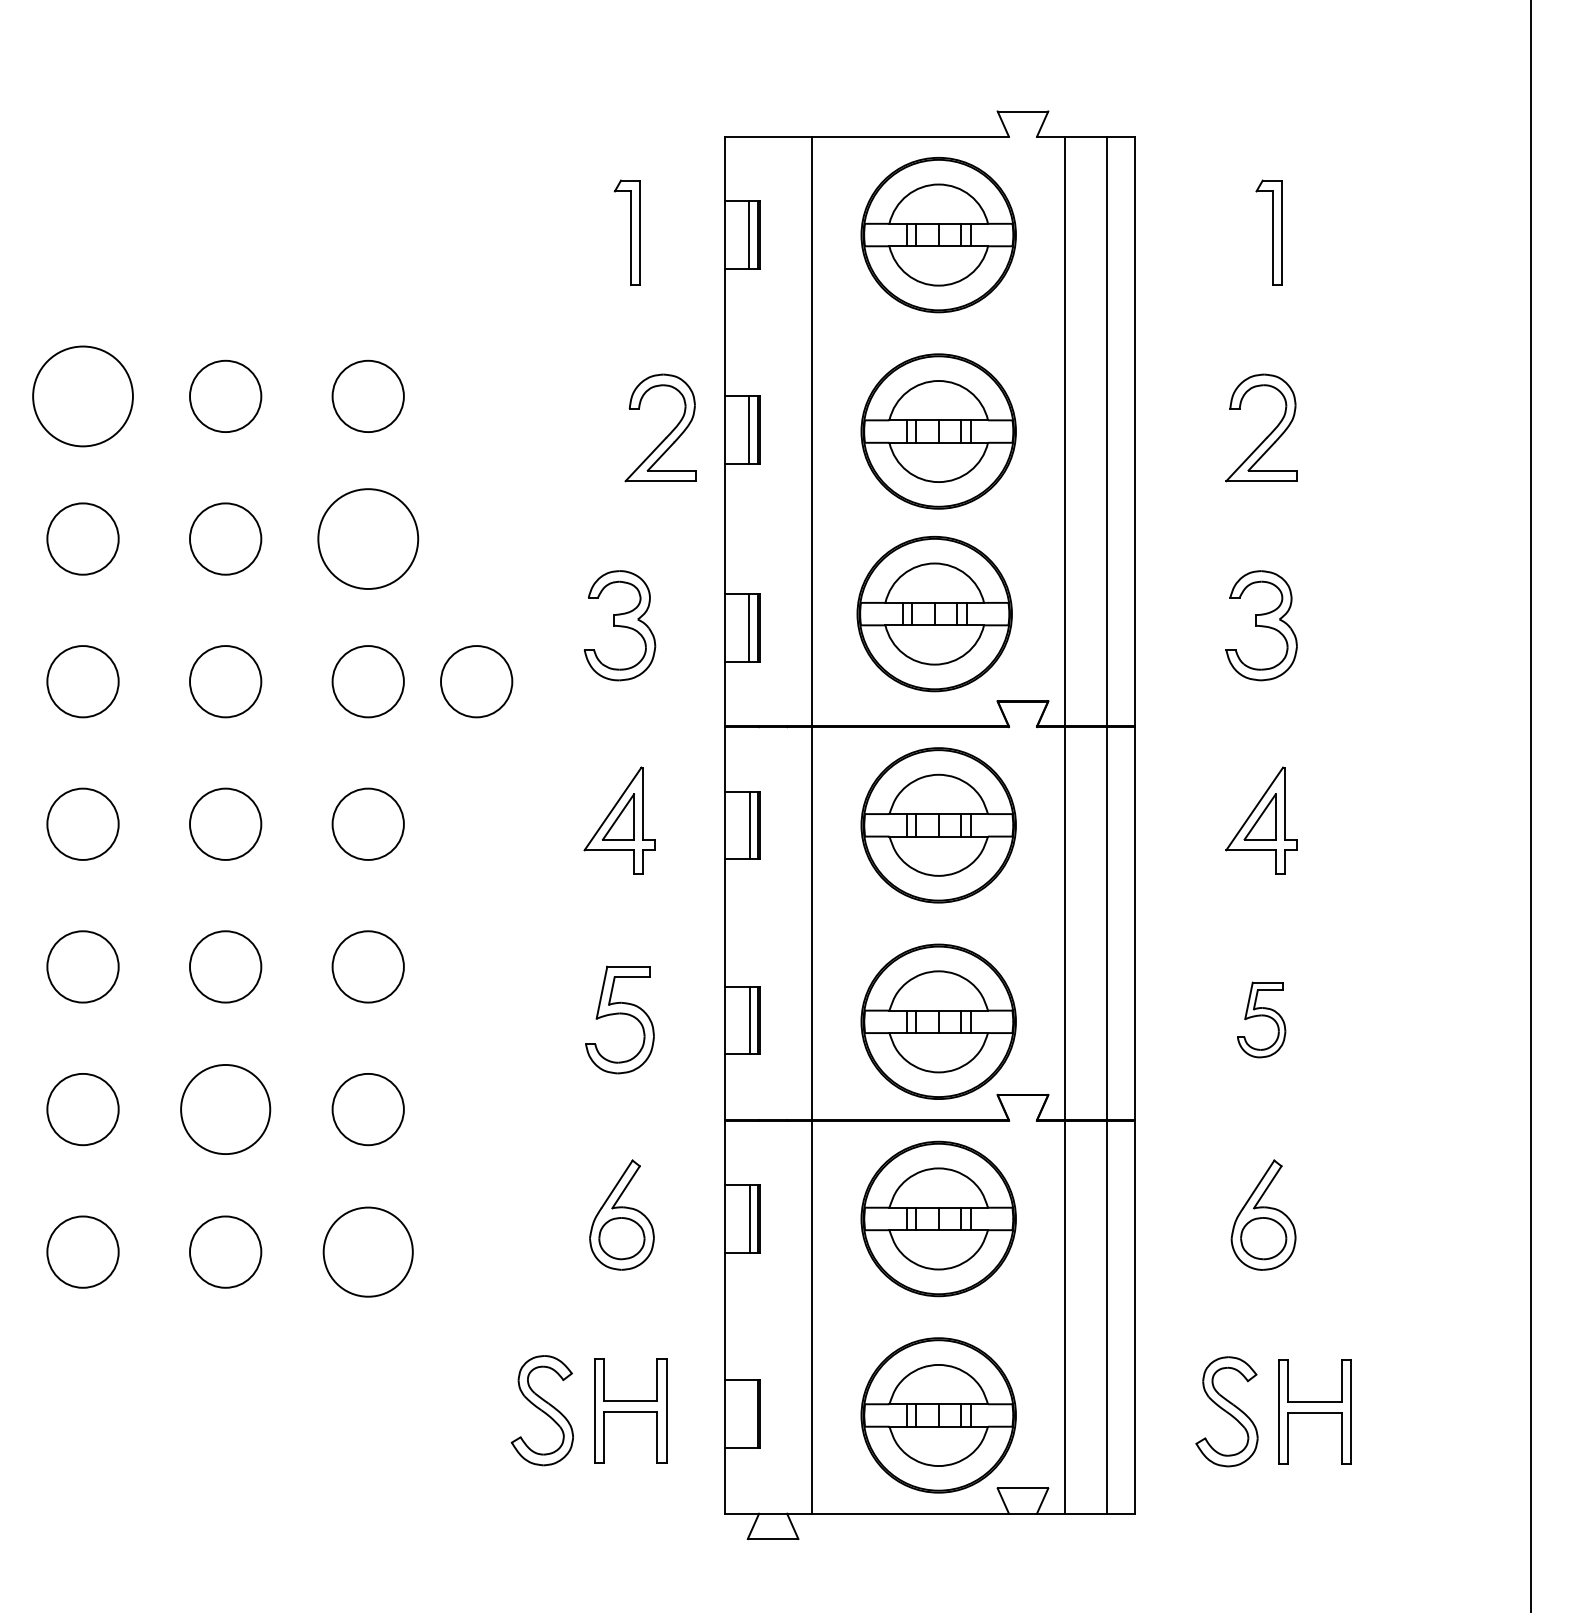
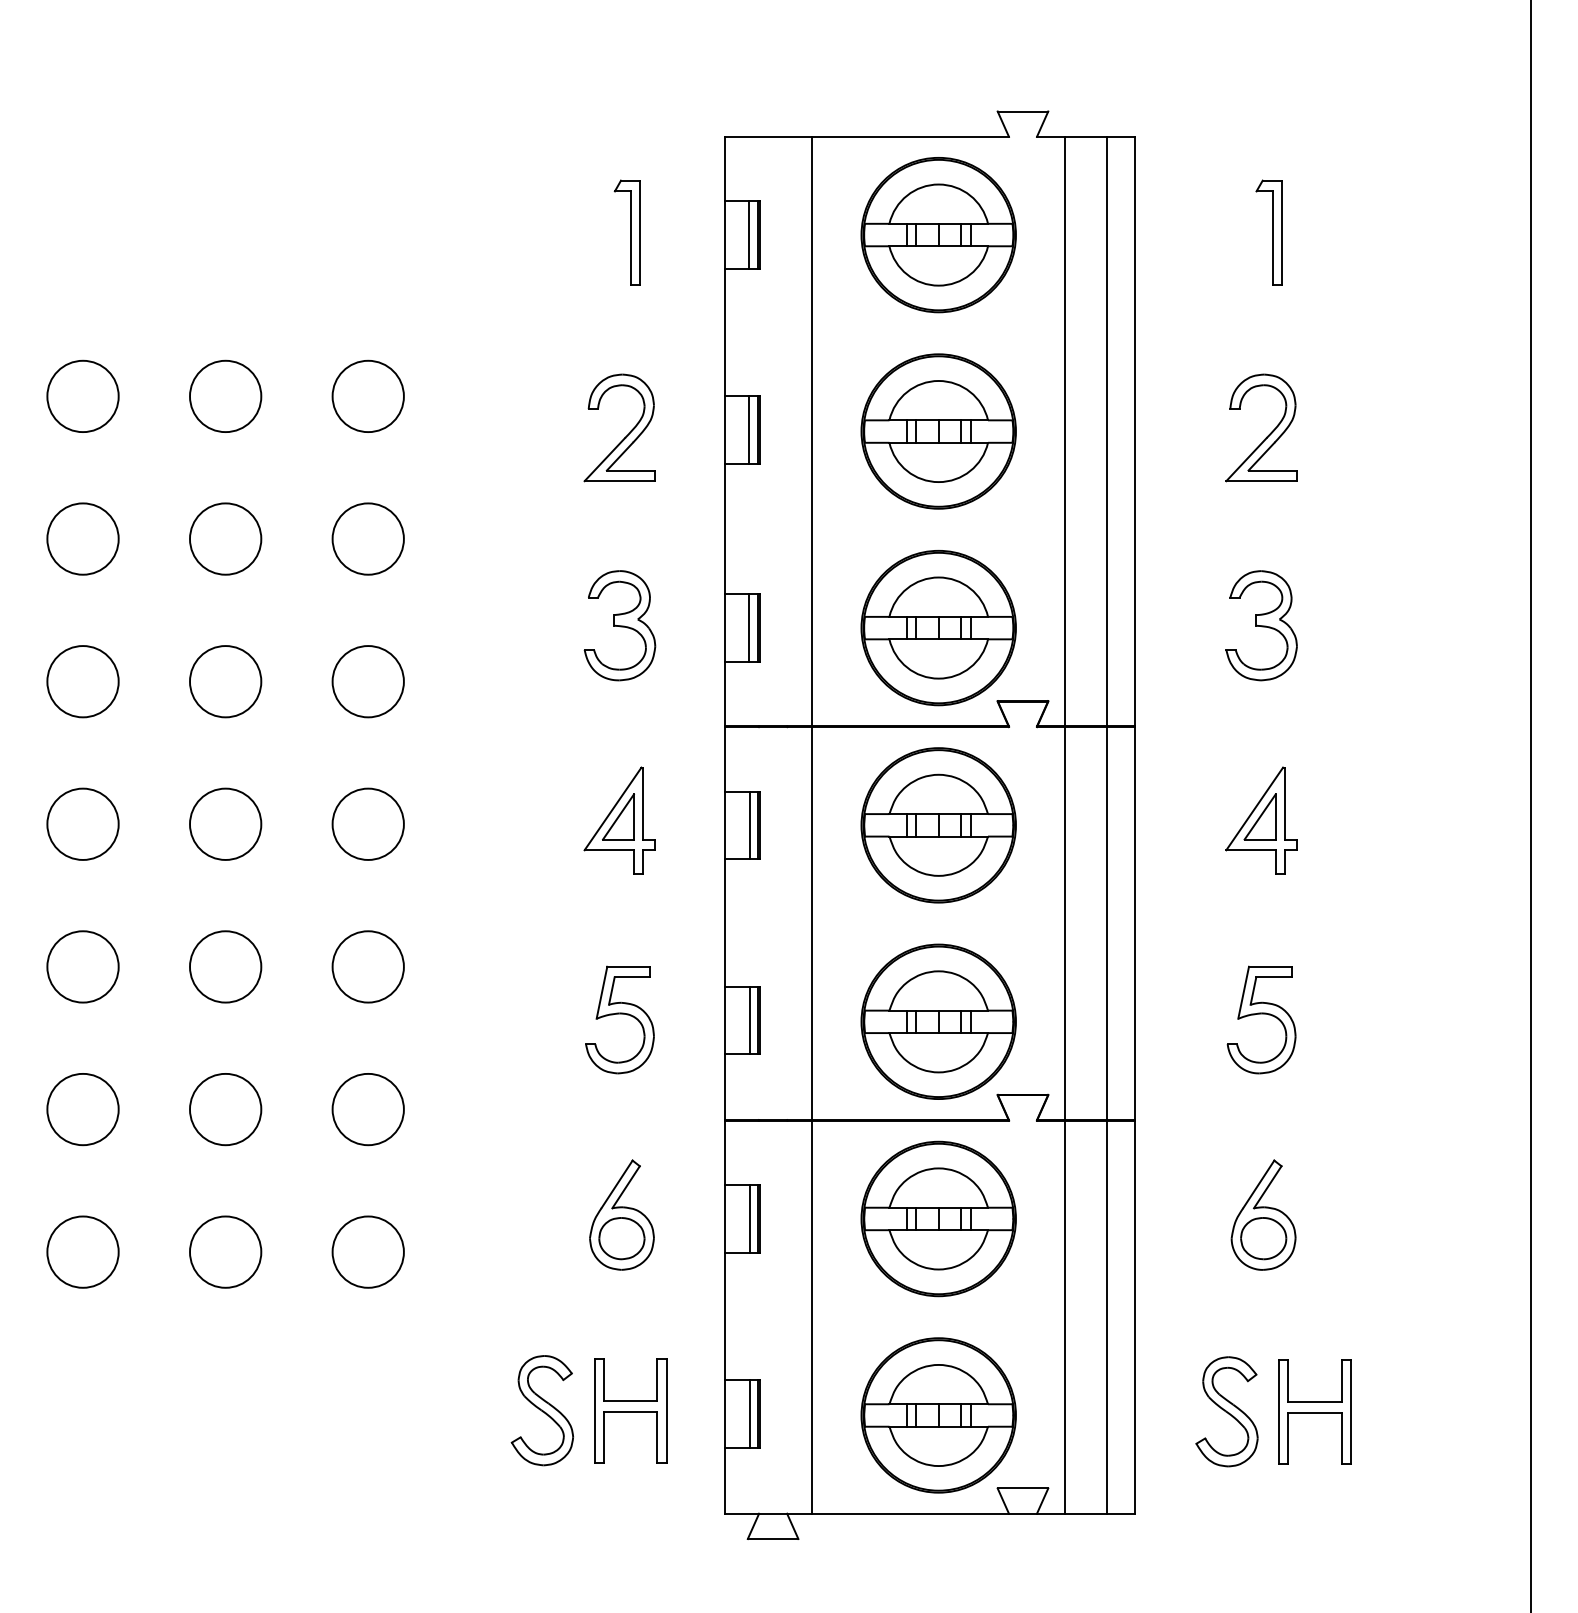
circle at (82, 396) diameter: 100 px -> 71 px
part at (668, 434) position: (668, 434) -> (627, 434)
circle at (368, 538) diameter: 100 px -> 71 px
part at (934, 614) position: (934, 614) -> (938, 628)
circle at (476, 681): present -> none
part at (1261, 1019) size: 50x78 px -> 71x110 px
circle at (225, 1109) diameter: 89 px -> 71 px
circle at (367, 1251) diameter: 89 px -> 71 px
line at (749, 1413): none -> present
